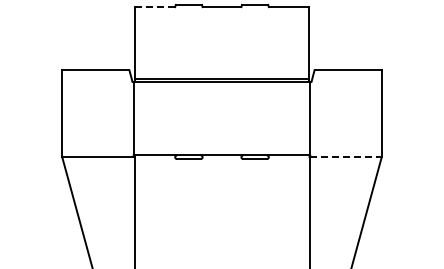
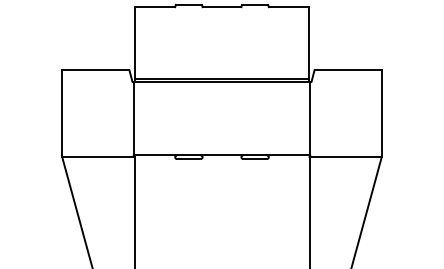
line at (155, 7): dashed -> solid
line at (346, 156): dashed -> solid
